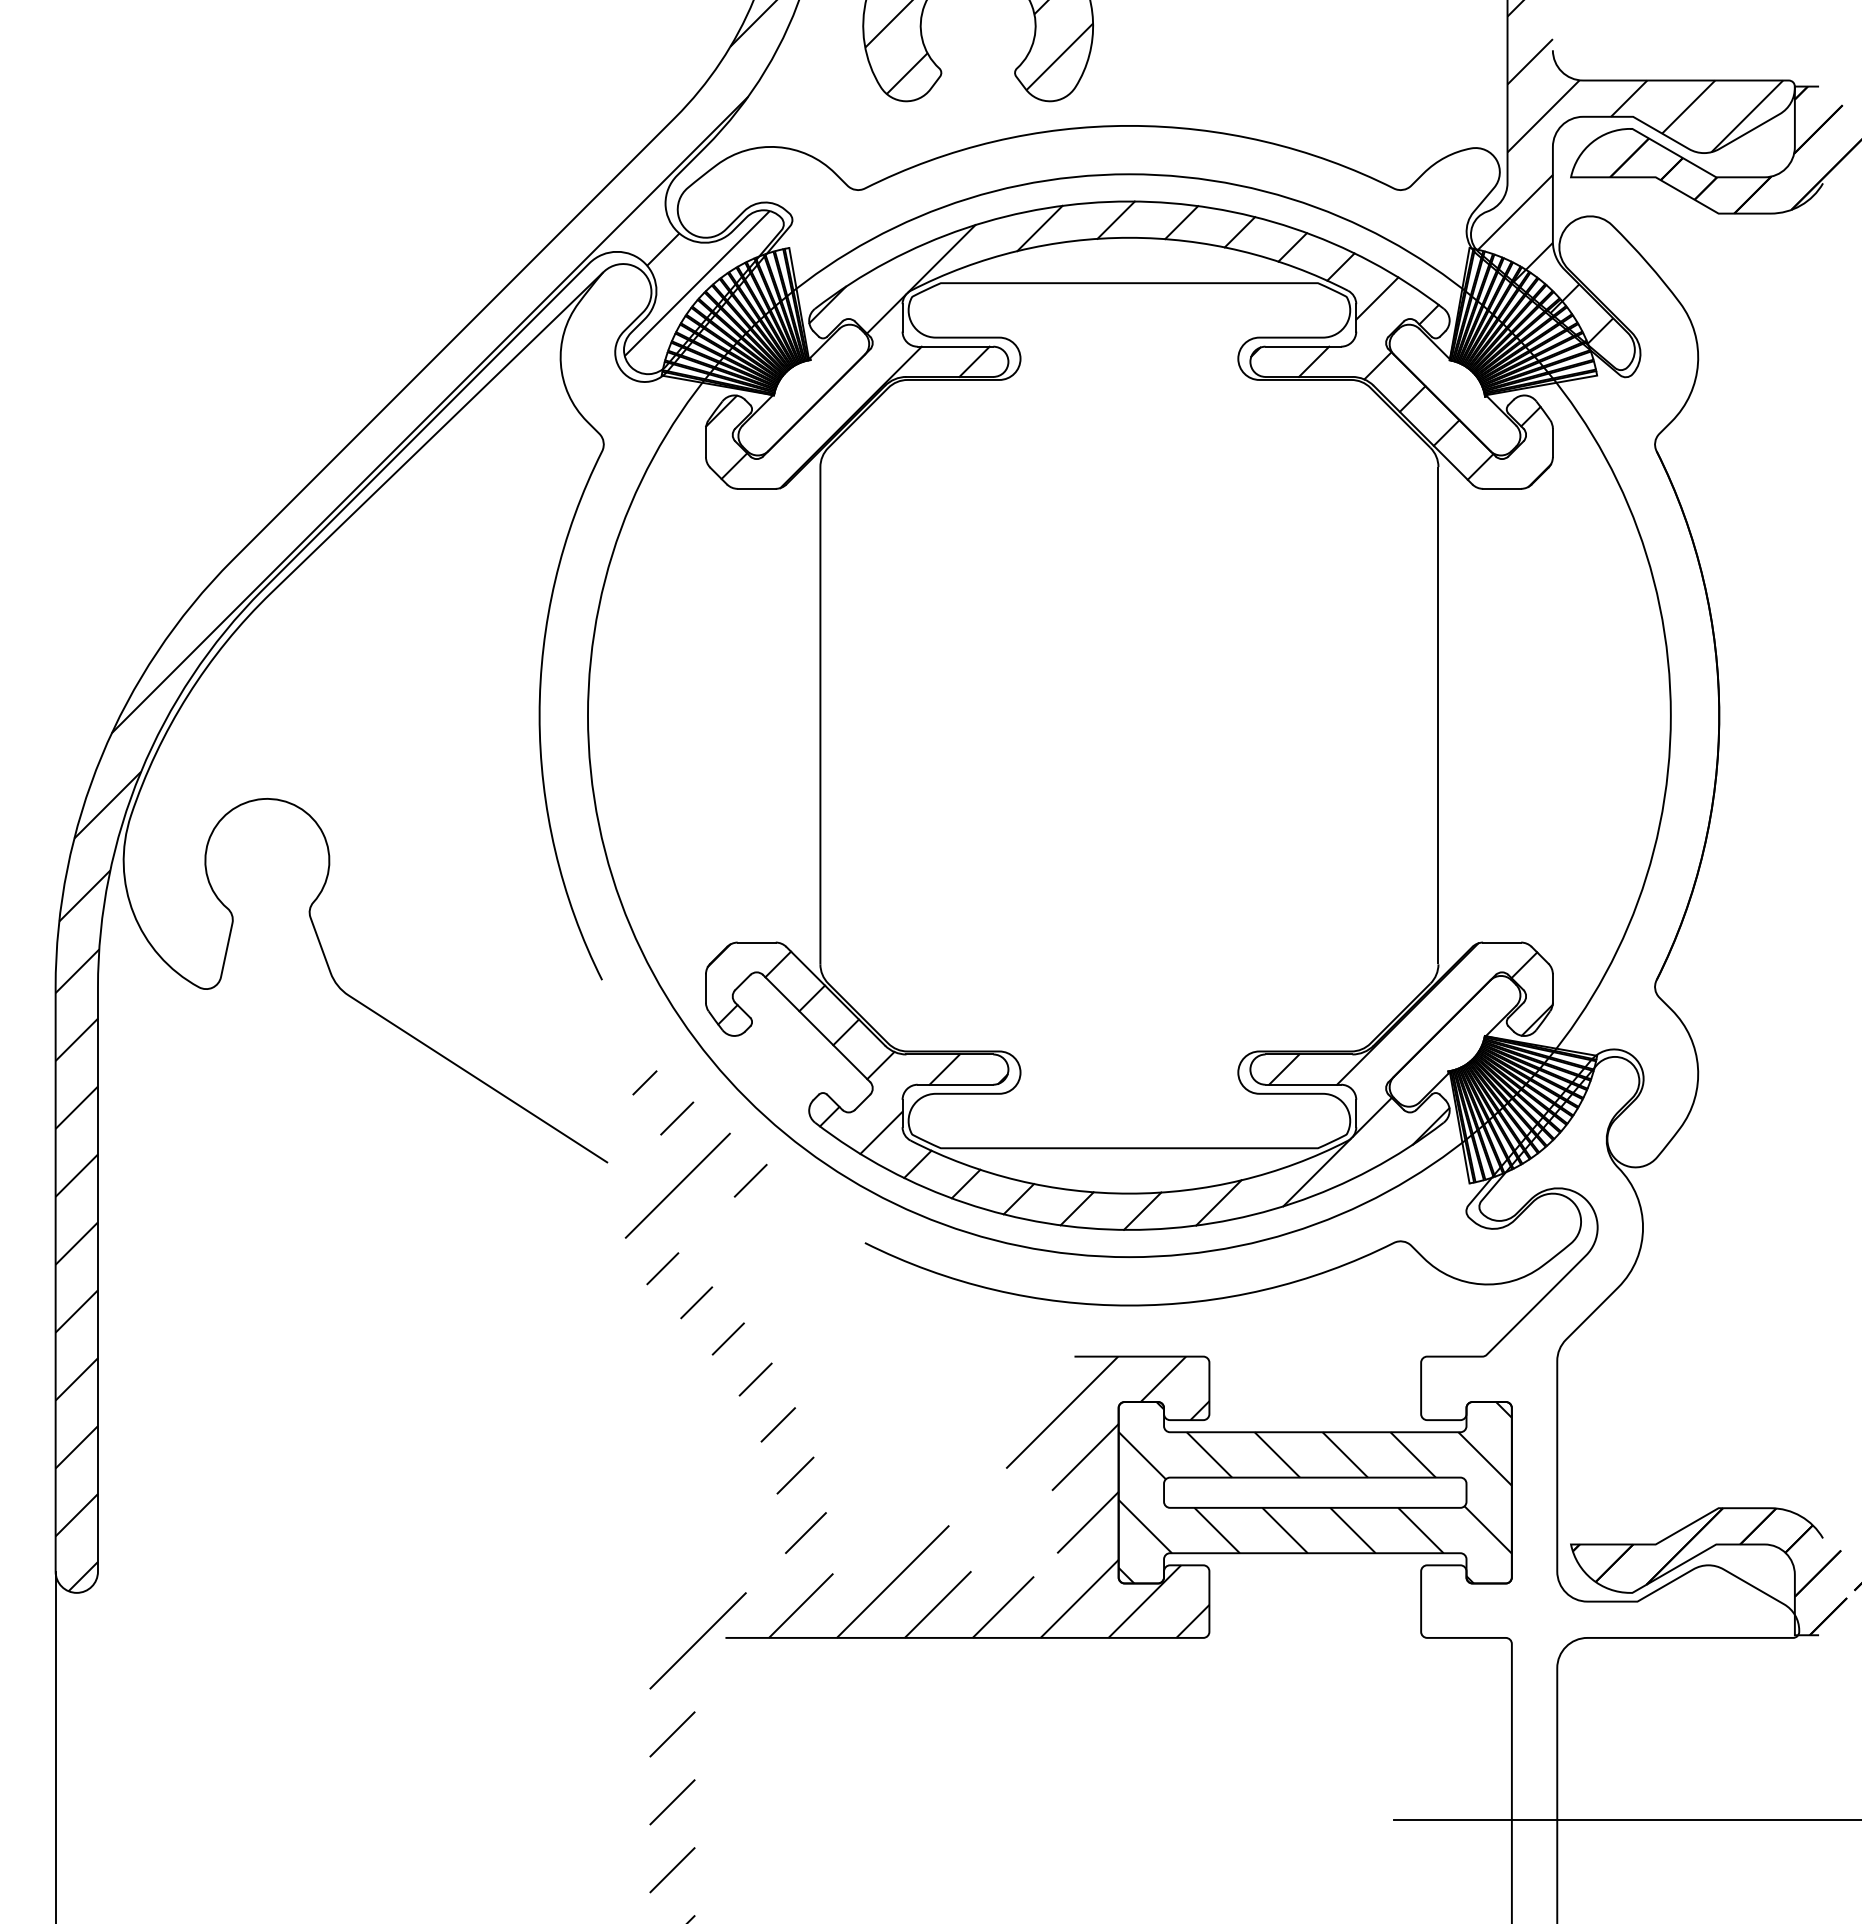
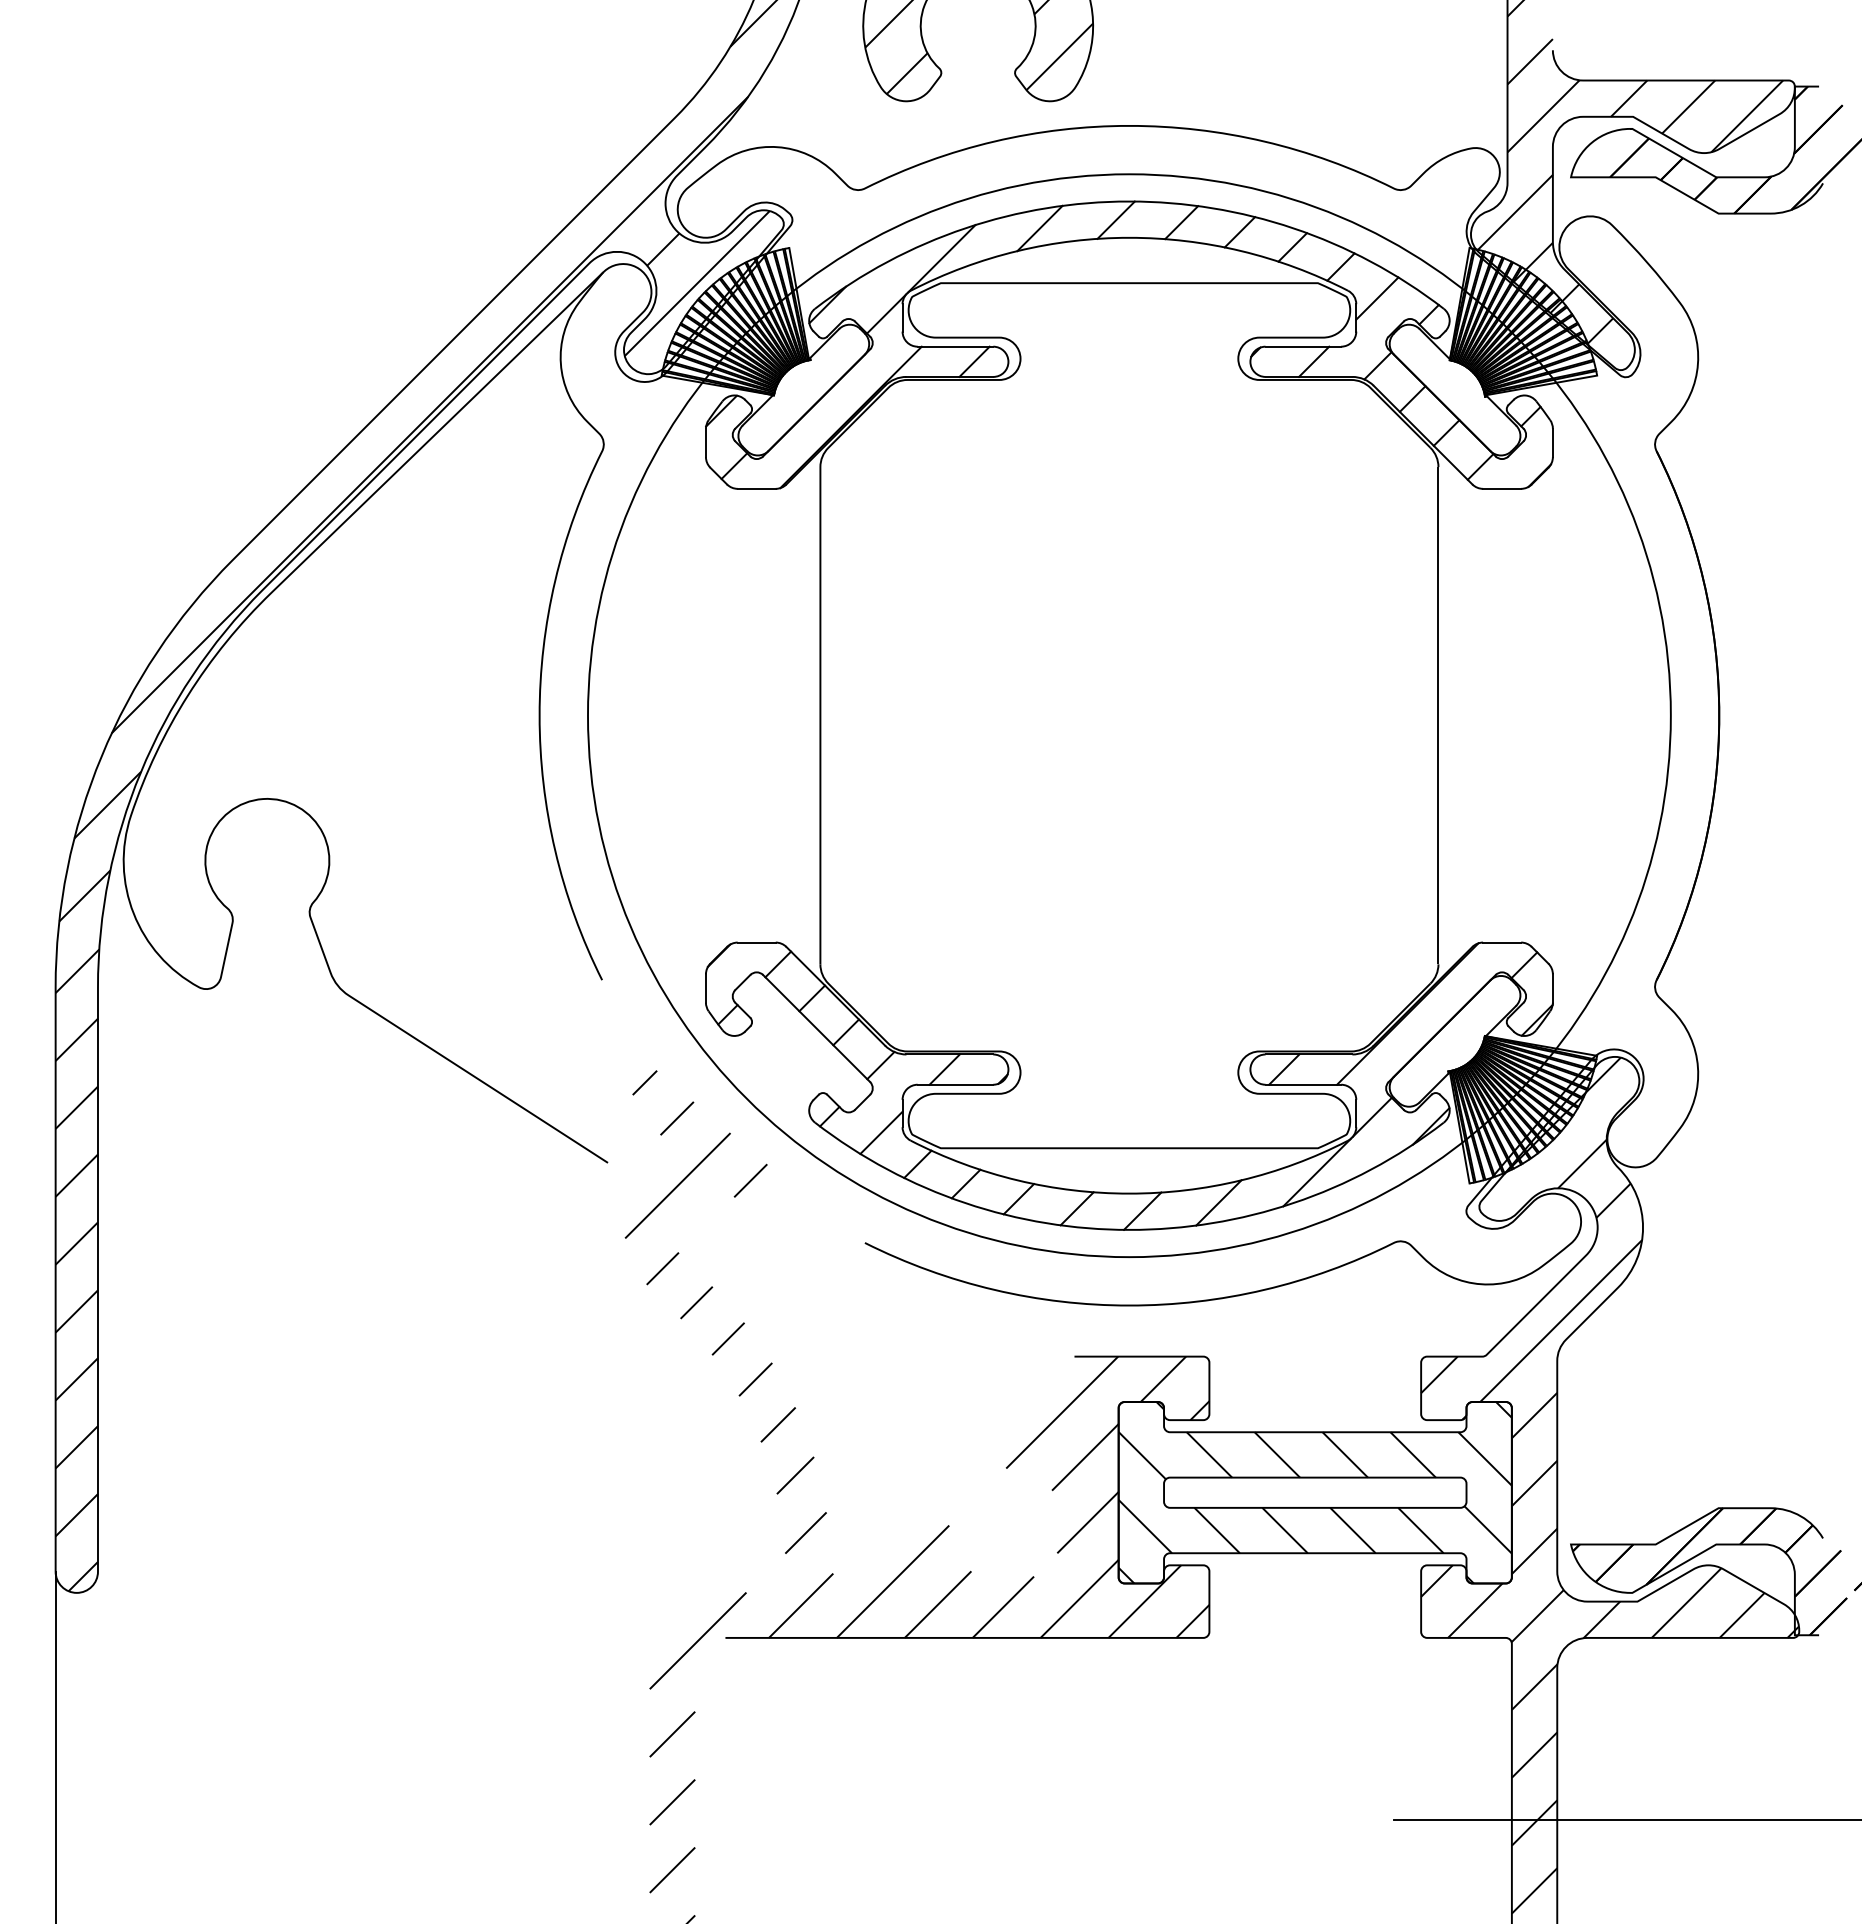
hatch at (1609, 1485): none -> present
